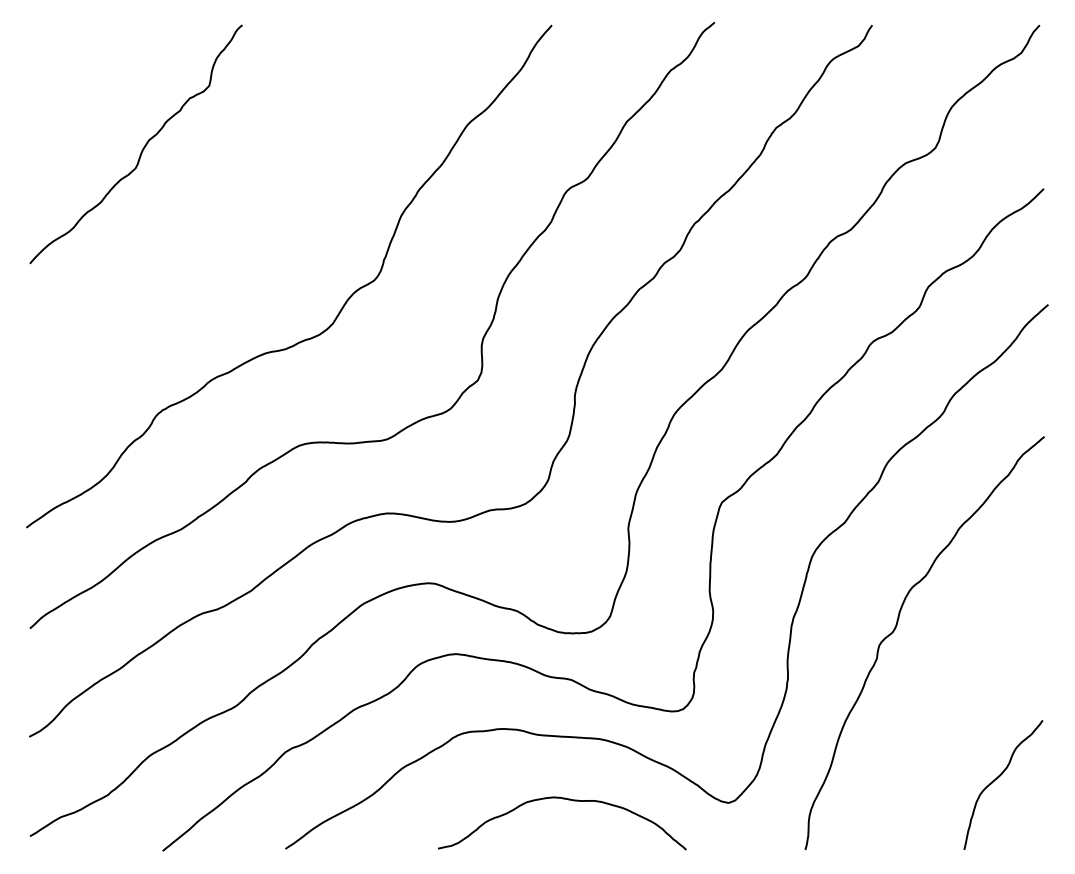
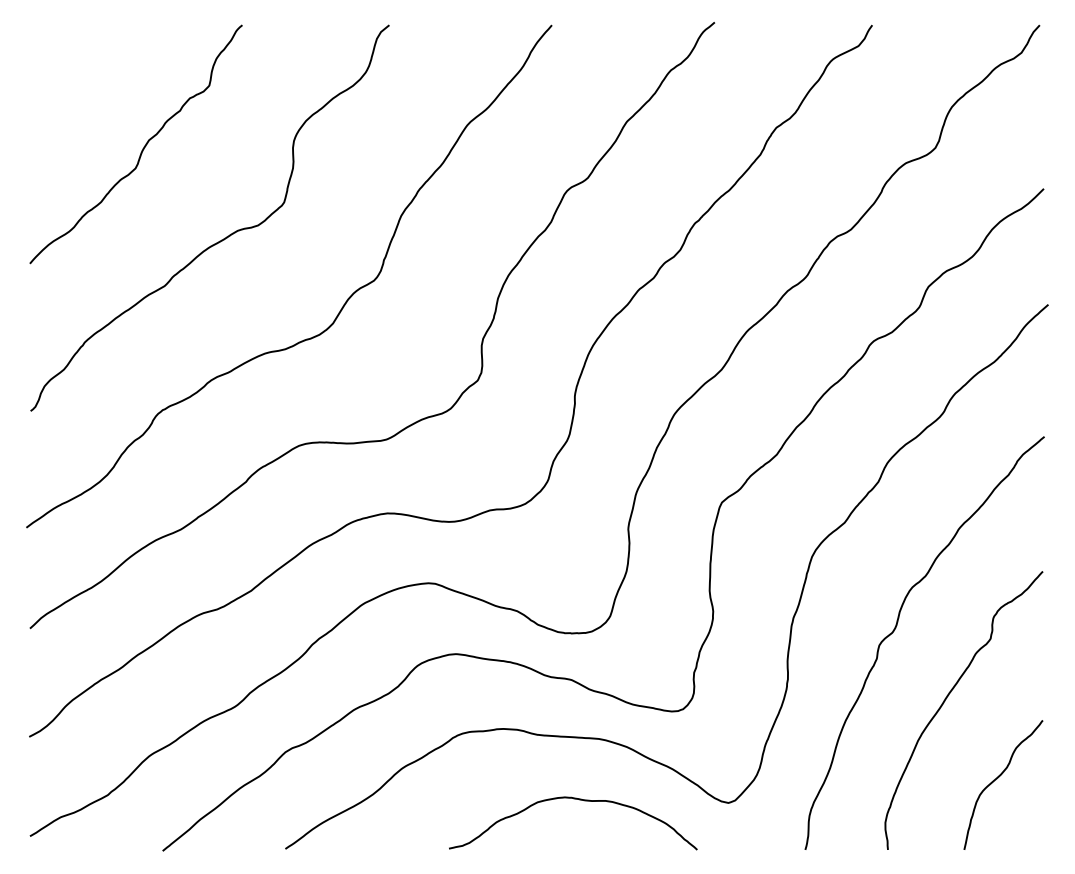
curve at (221, 239): none -> present
curve at (947, 698): none -> present
curve at (568, 800) position: (568, 800) -> (579, 800)
